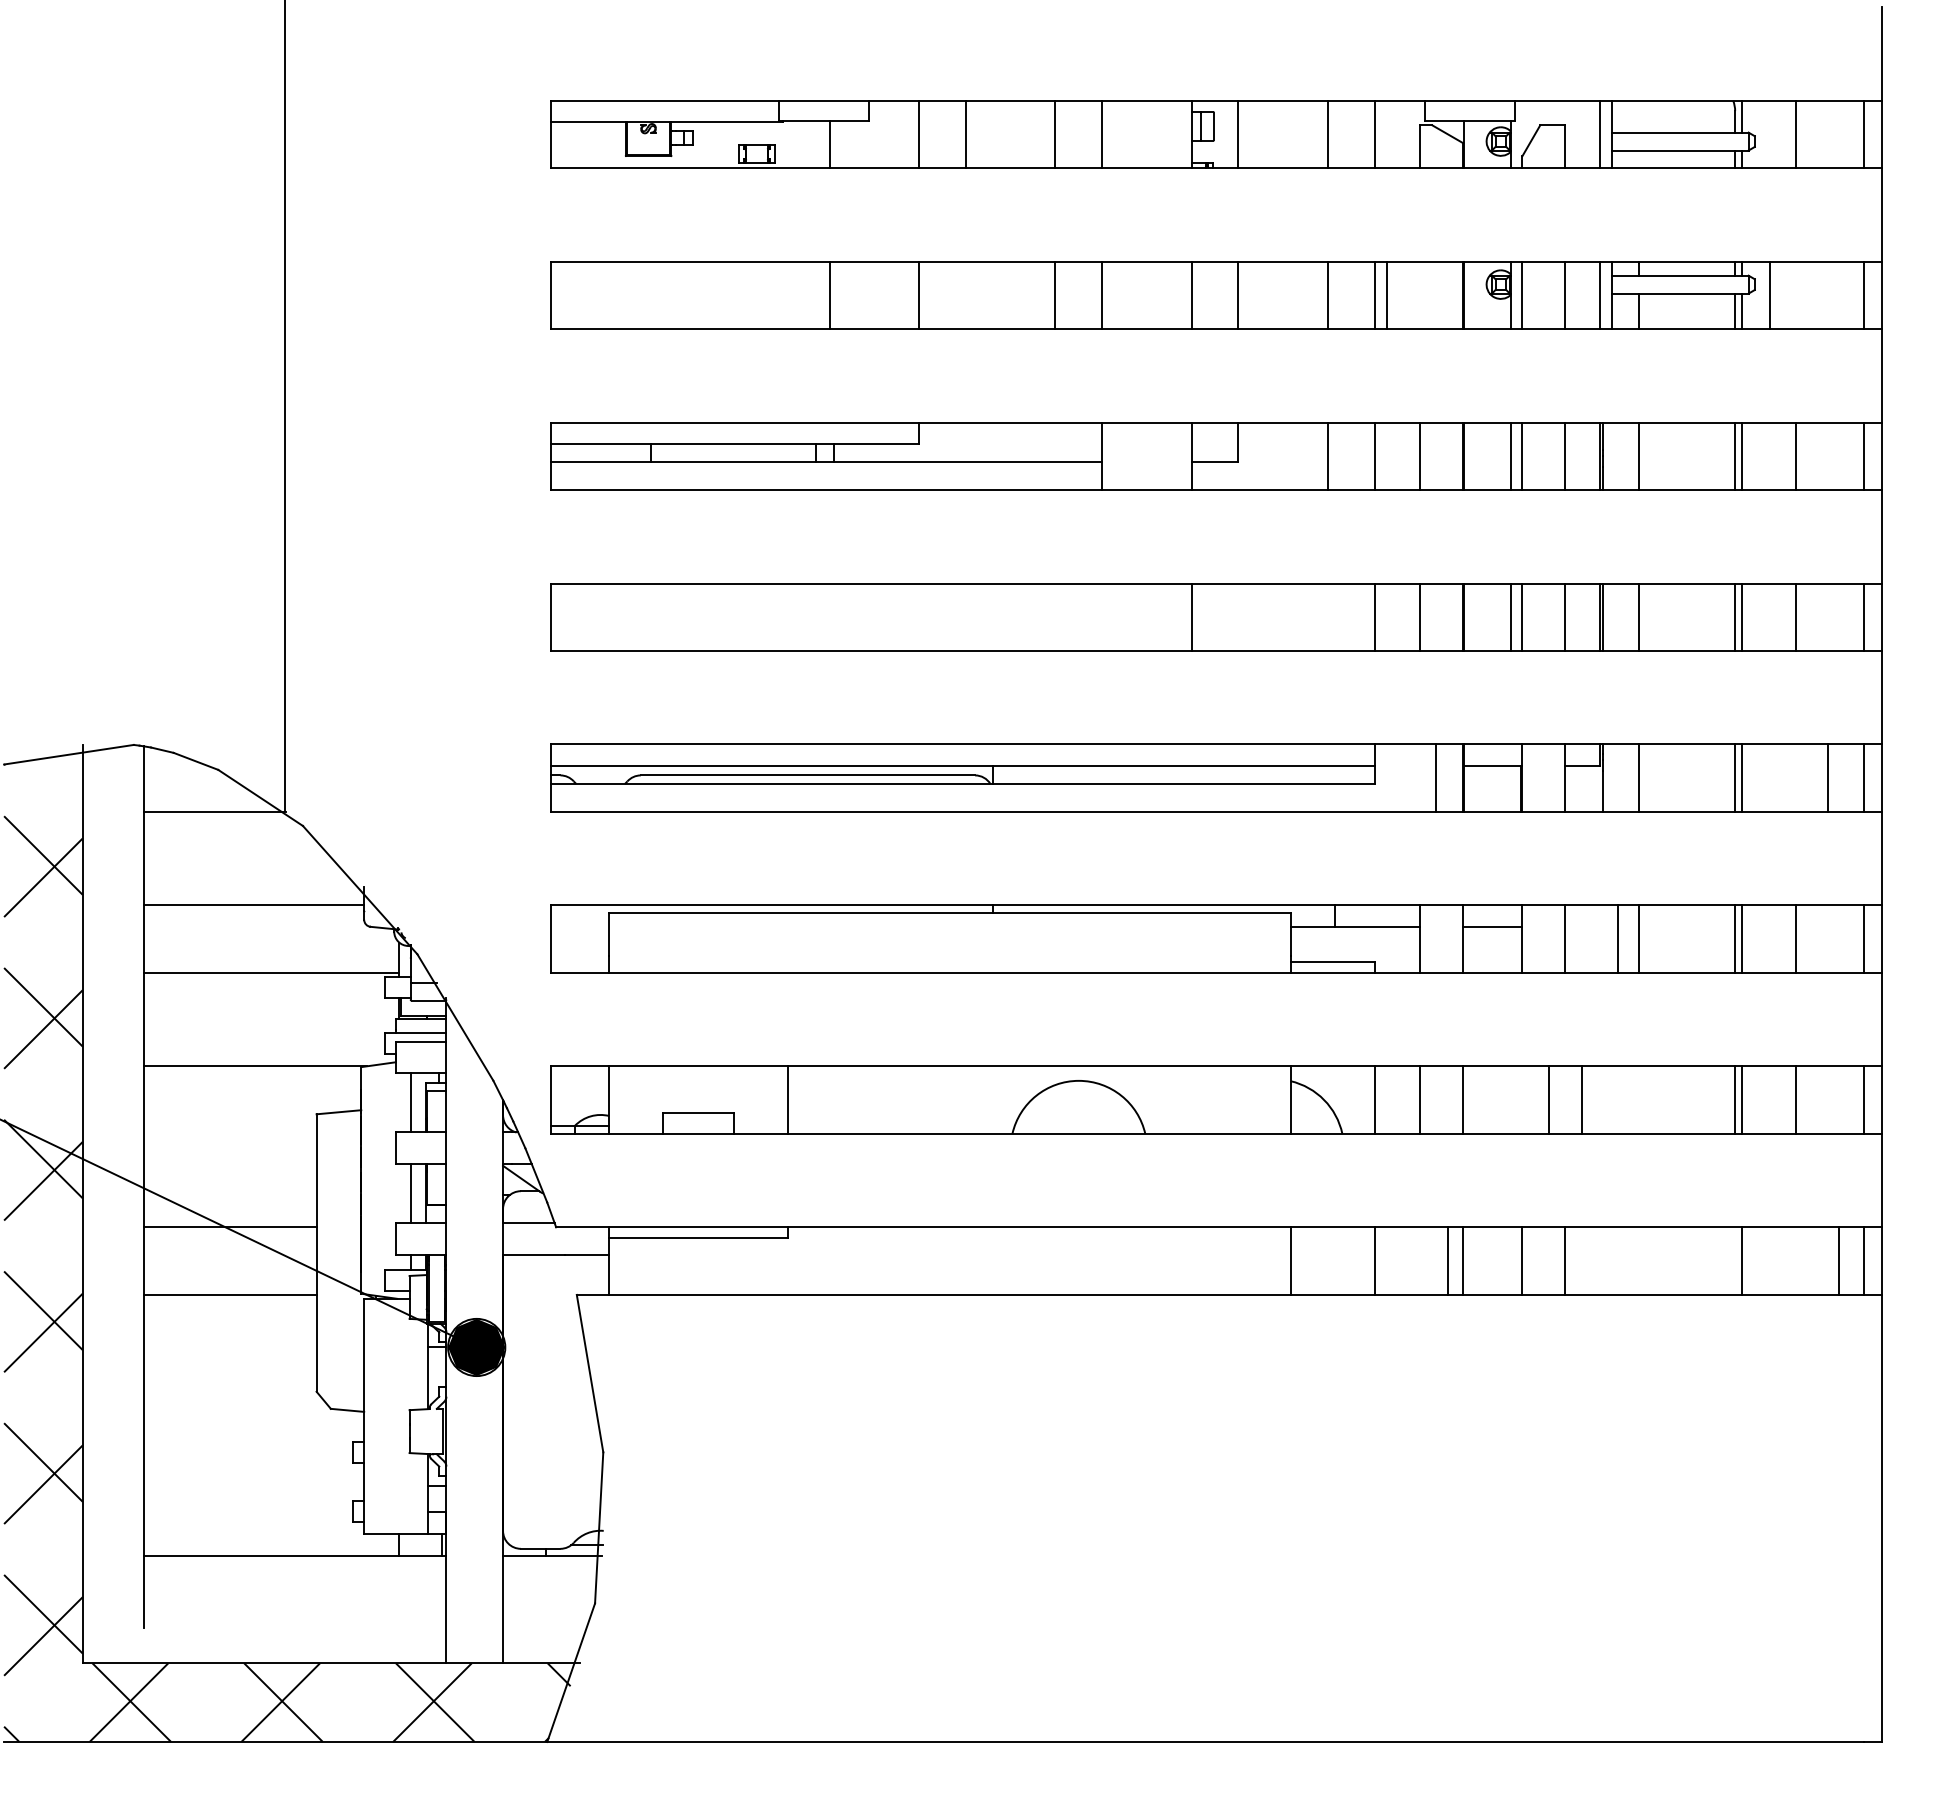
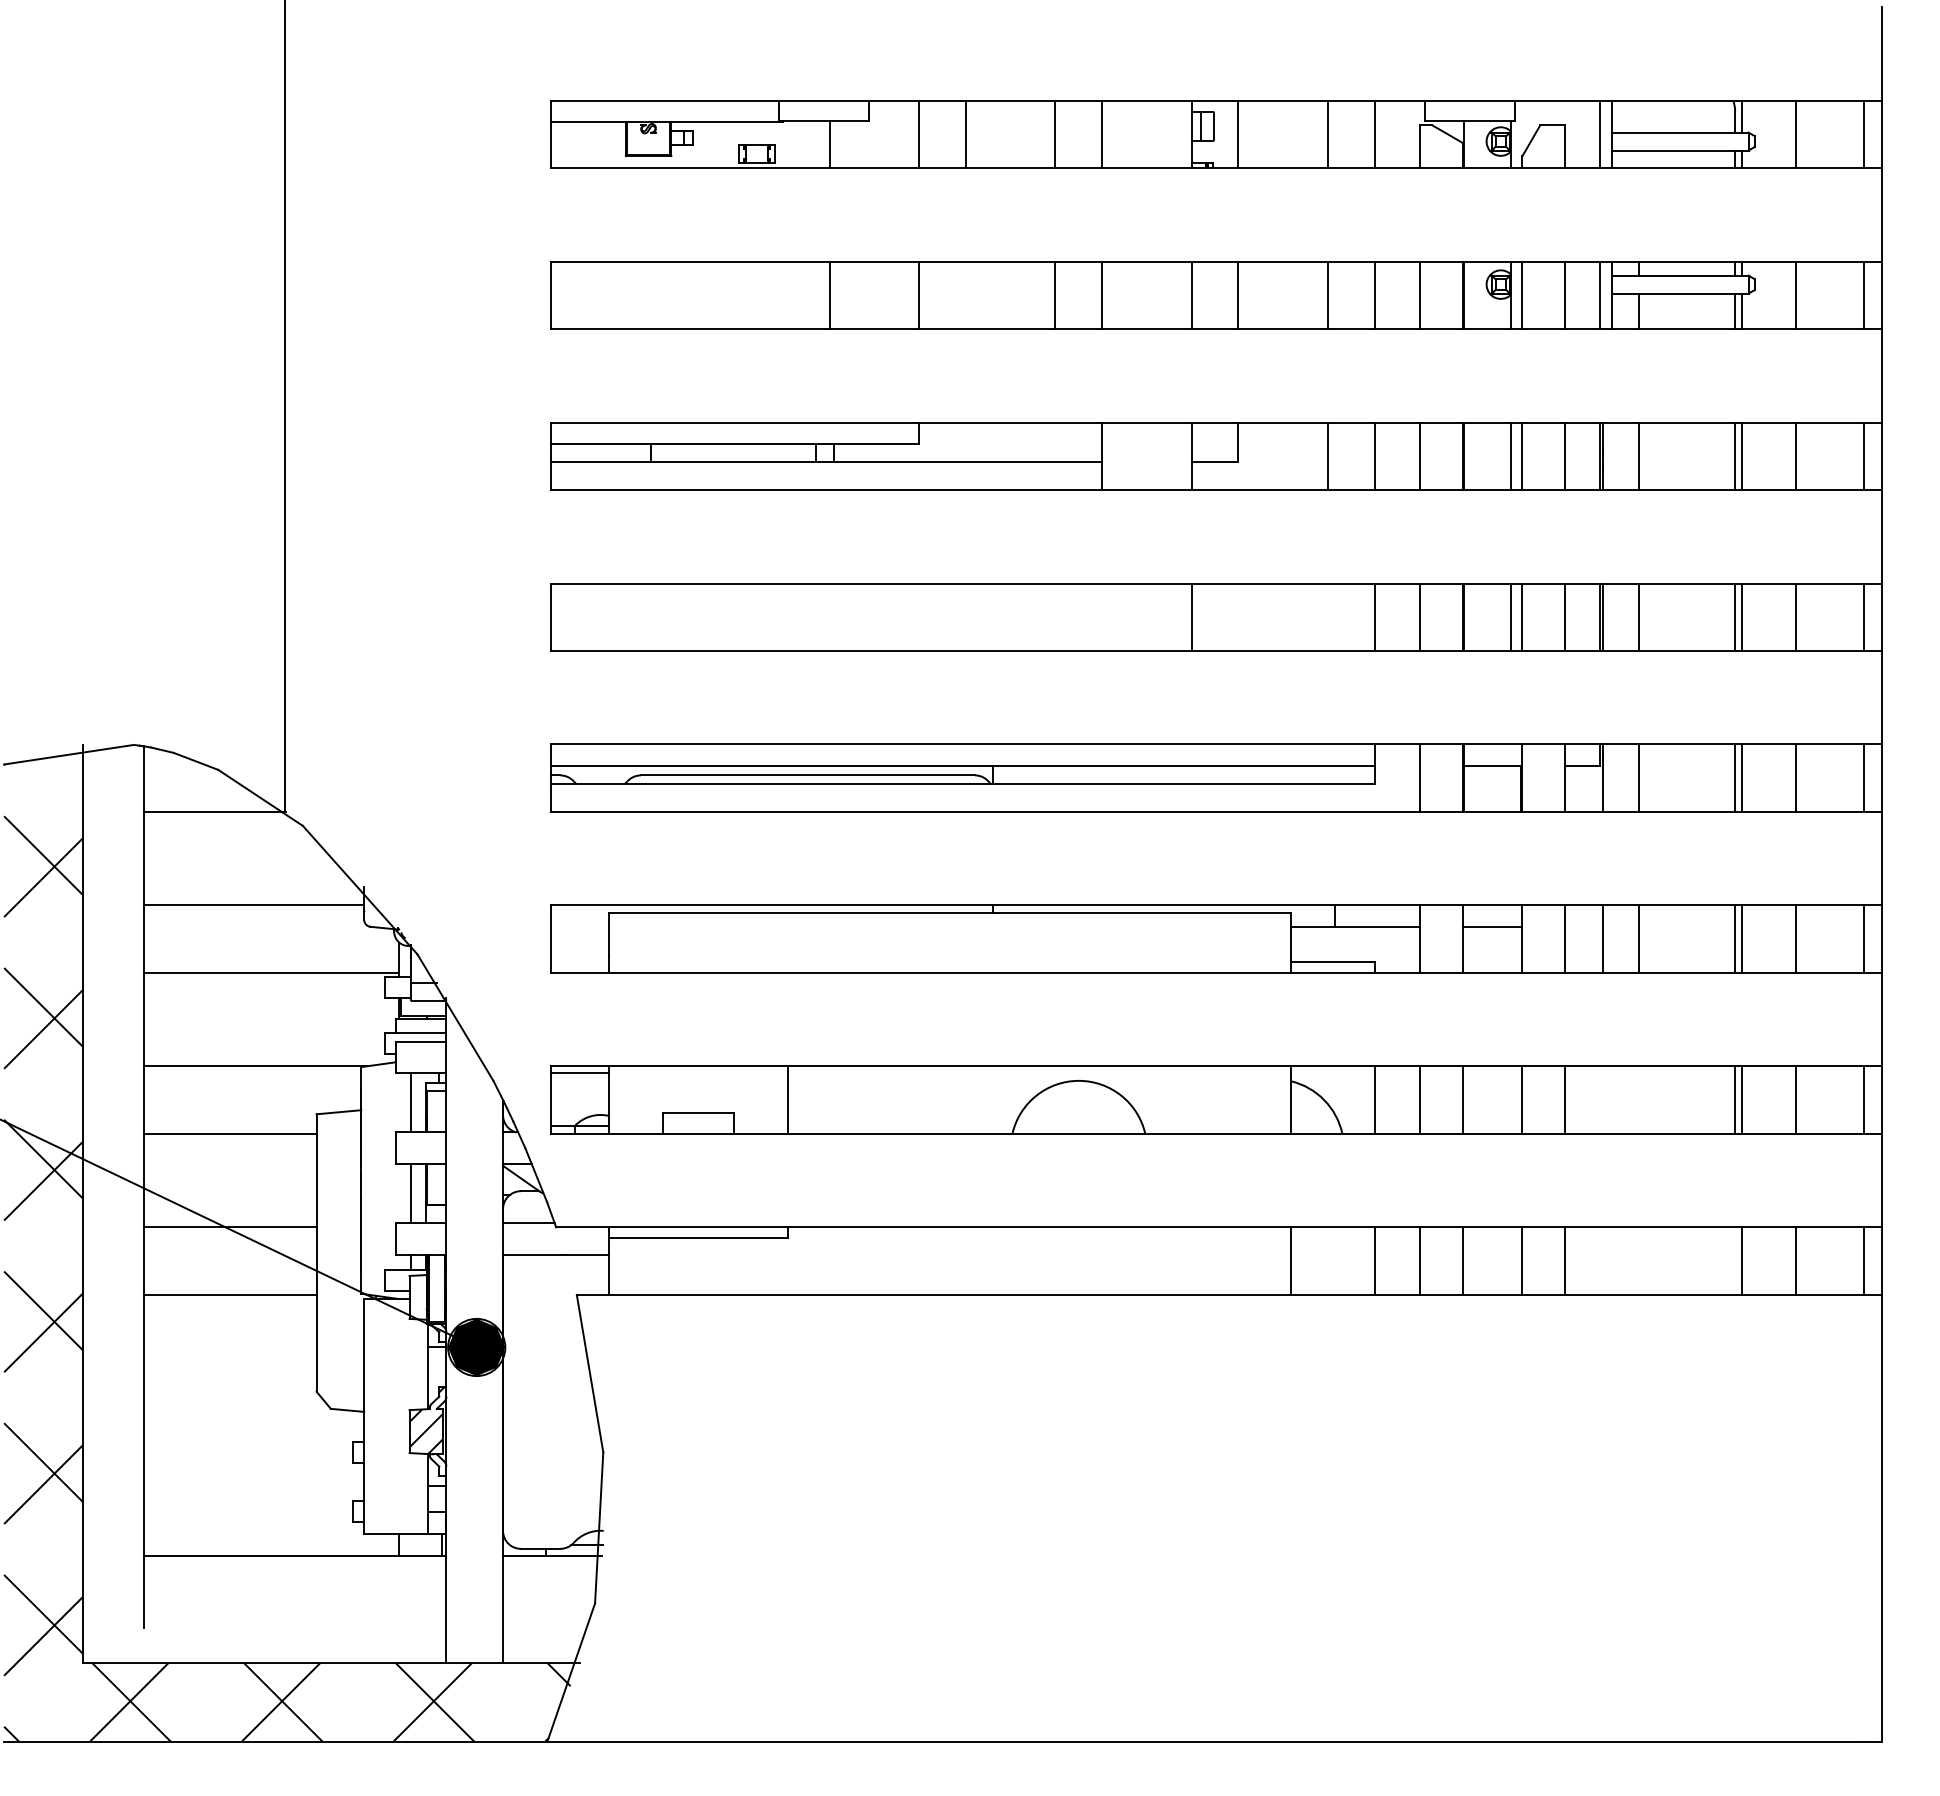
line at (1387, 295) position: (1387, 295) -> (1420, 295)
line at (1769, 295) position: (1769, 295) -> (1795, 295)
line at (1436, 778) position: (1436, 778) -> (1420, 778)
line at (1827, 778) position: (1827, 778) -> (1795, 778)
line at (1617, 939) position: (1617, 939) -> (1602, 939)
line at (580, 1073): none -> present
line at (1549, 1099) position: (1549, 1099) -> (1522, 1099)
line at (1582, 1099) position: (1582, 1099) -> (1565, 1099)
line at (229, 1133): none -> present
line at (1448, 1260) position: (1448, 1260) -> (1420, 1260)
line at (1838, 1260) position: (1838, 1260) -> (1795, 1260)
hatch at (426, 1420): none -> present
